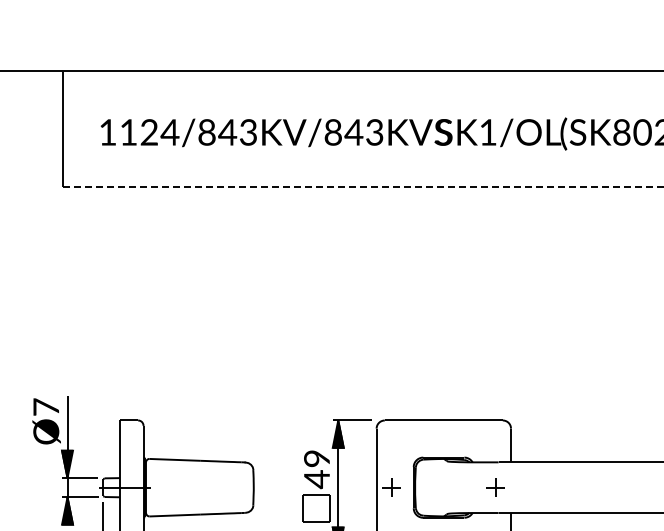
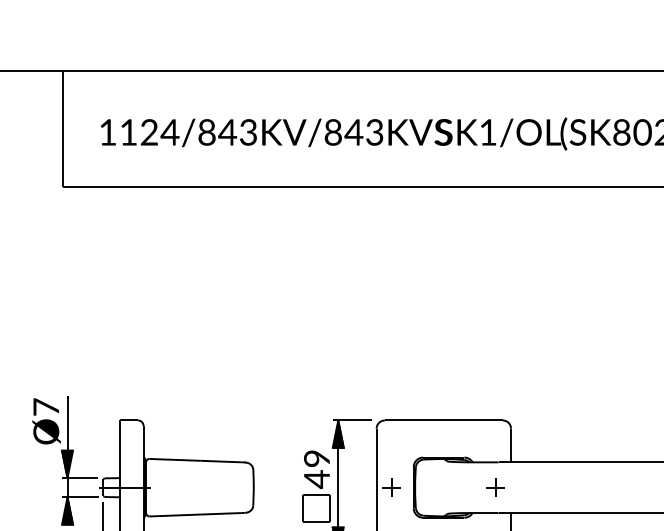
line at (363, 186): dashed -> solid
